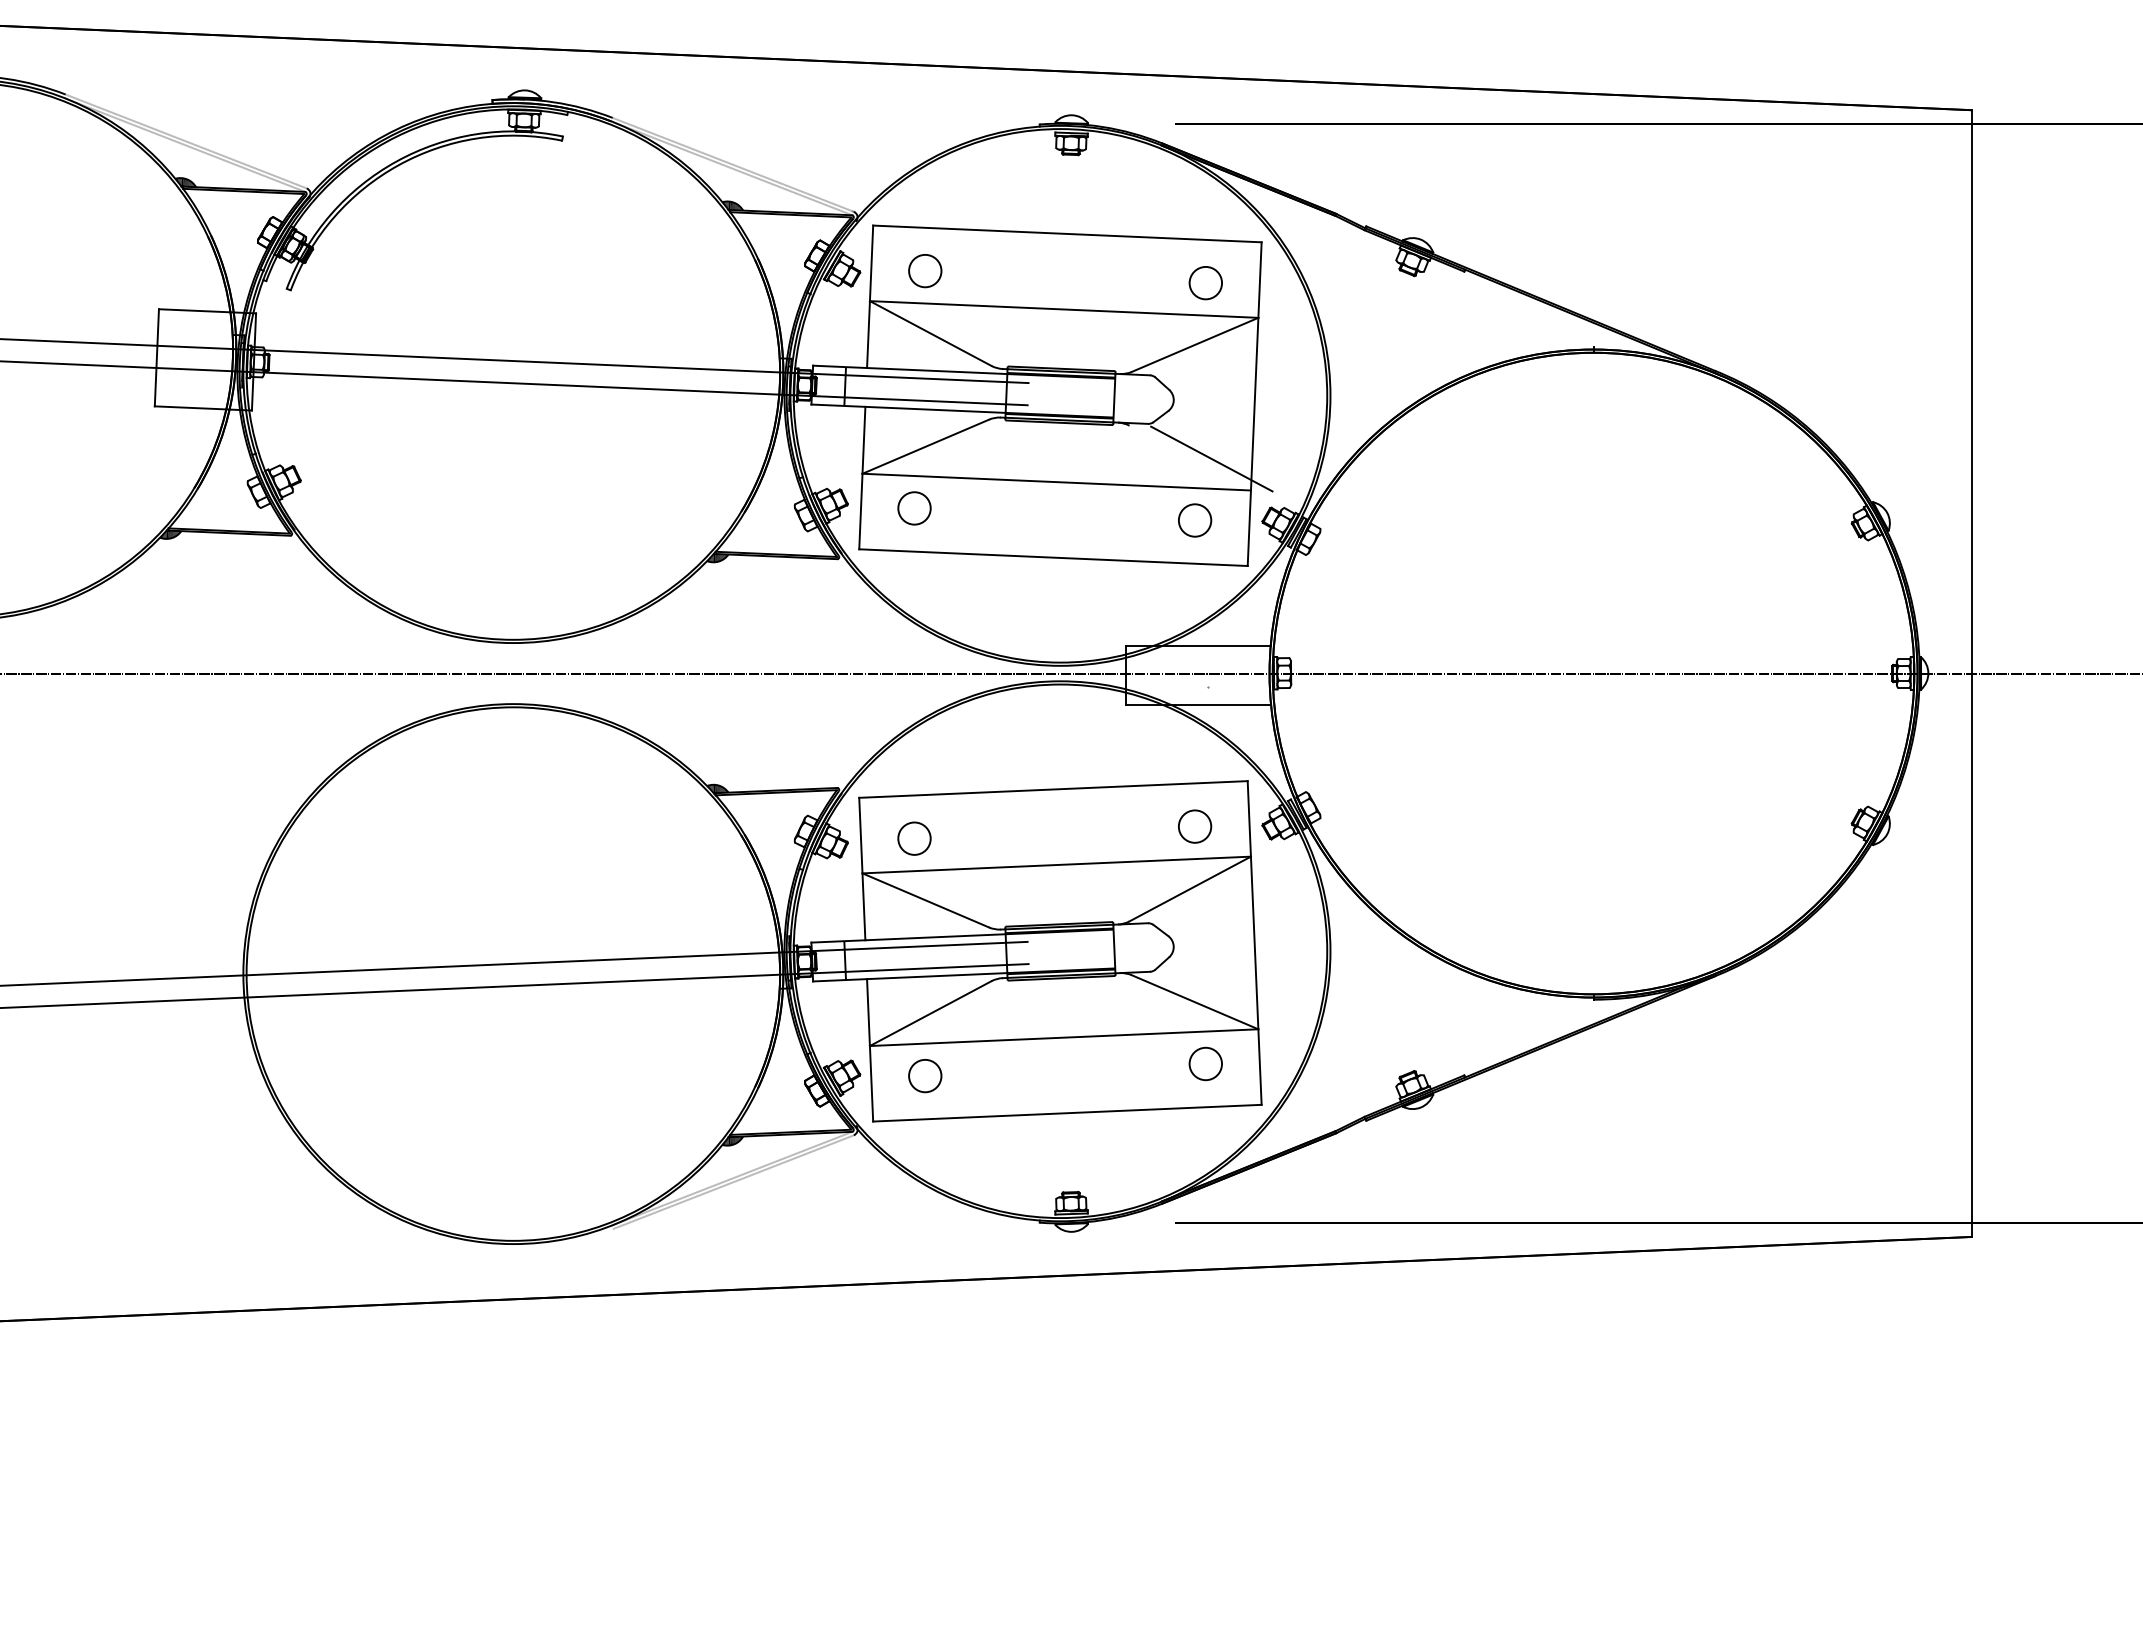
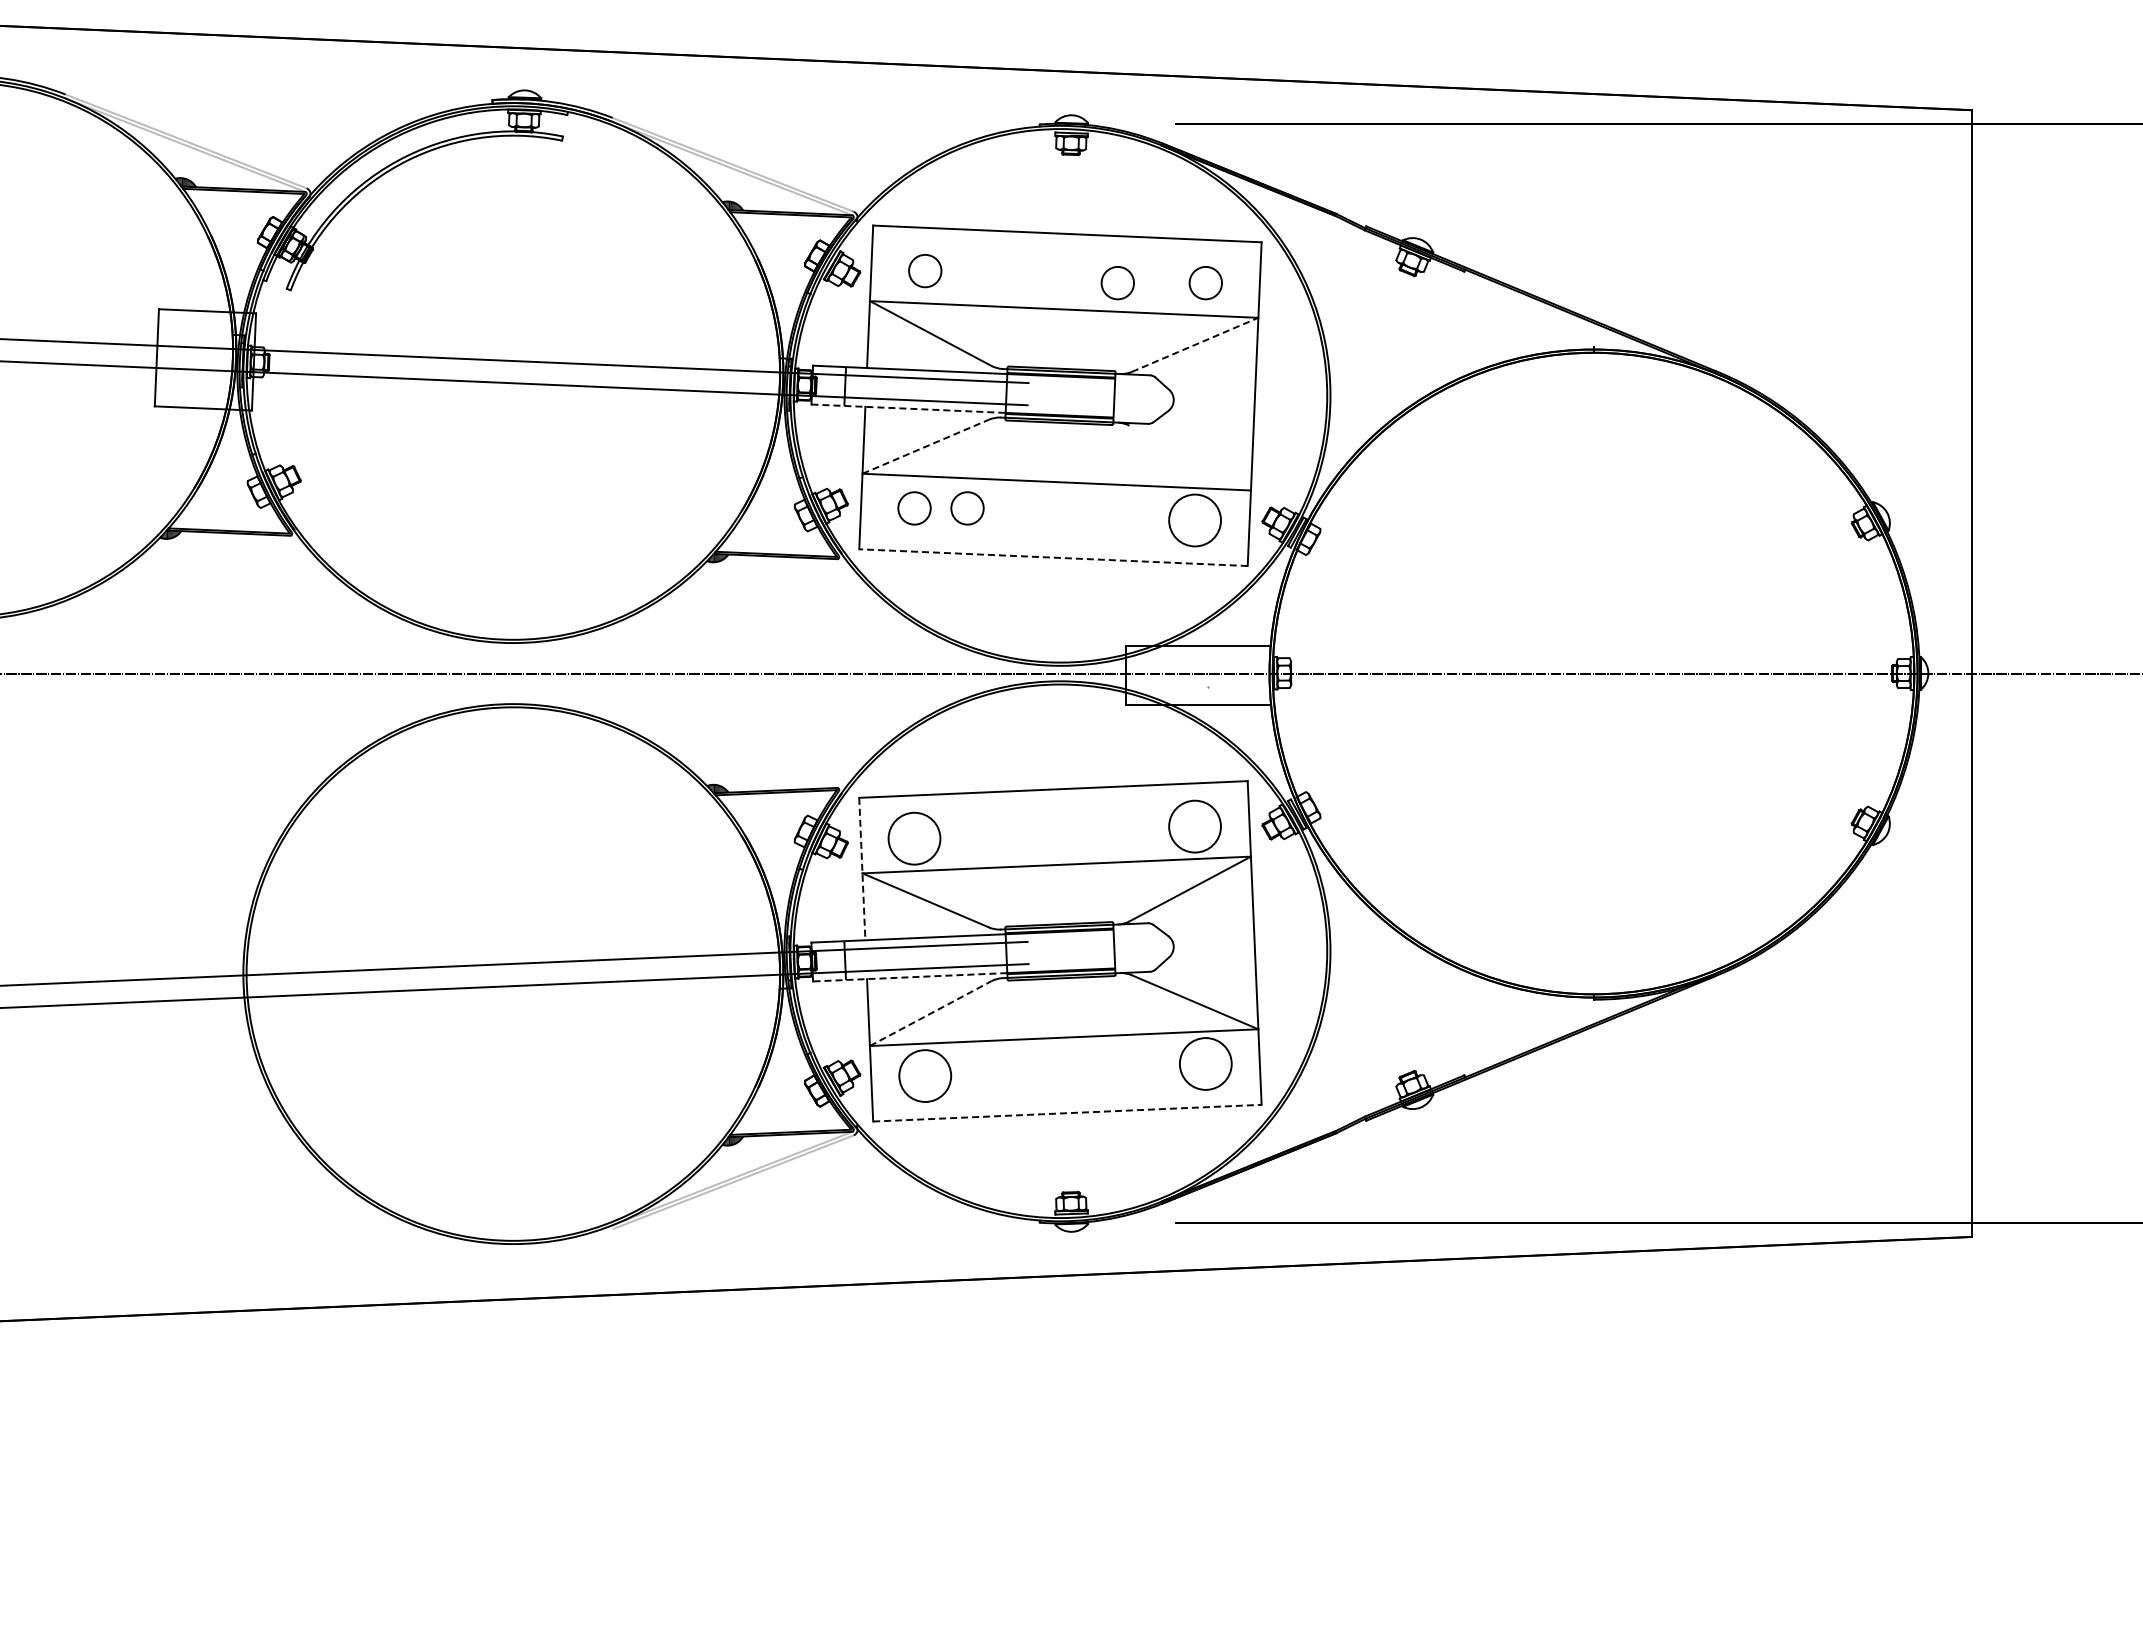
circle at (1117, 283): none -> present
line at (1195, 344): solid -> dashed
line at (909, 408): solid -> dashed
line at (925, 446): solid -> dashed
line at (1211, 458): present -> none
circle at (967, 508): none -> present
circle at (1194, 520) diameter: 32 px -> 52 px
line at (1052, 557): solid -> dashed
circle at (1194, 826) diameter: 32 px -> 52 px
circle at (914, 838) diameter: 32 px -> 52 px
line at (862, 869): solid -> dashed
line at (909, 977): solid -> dashed
line at (930, 1013): solid -> dashed
circle at (1205, 1063) diameter: 32 px -> 52 px
circle at (925, 1075) diameter: 32 px -> 52 px
line at (1067, 1113): solid -> dashed
